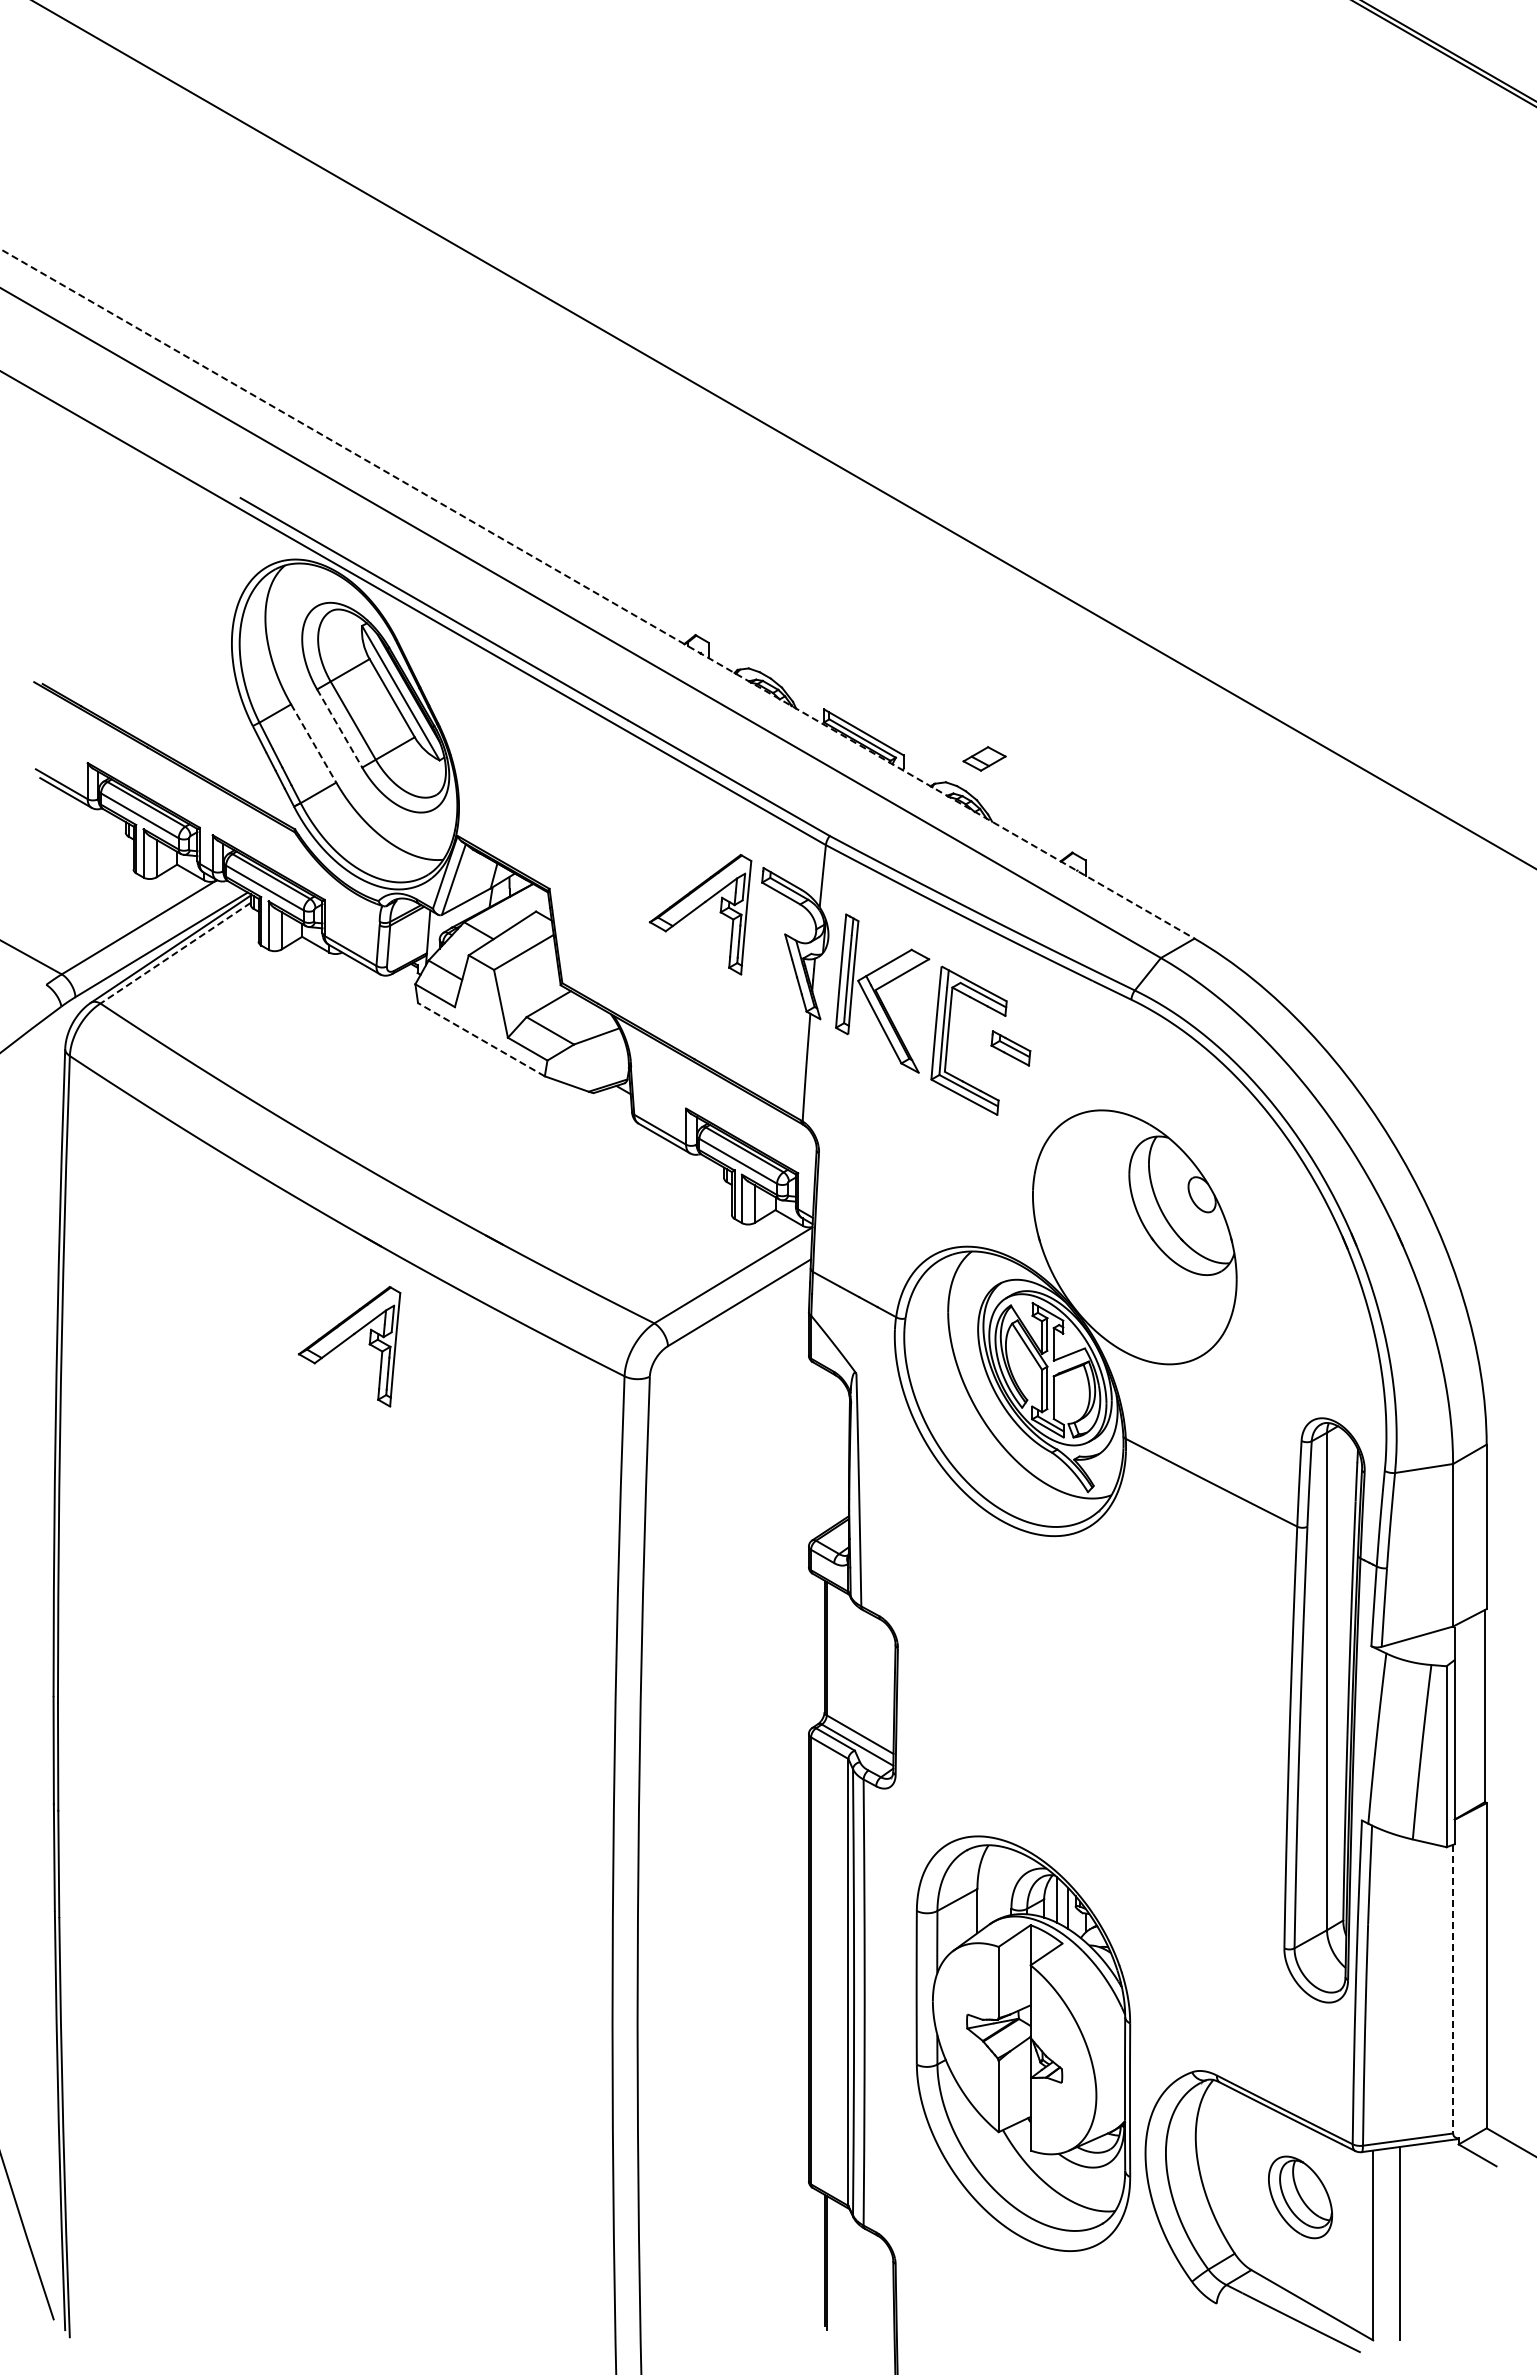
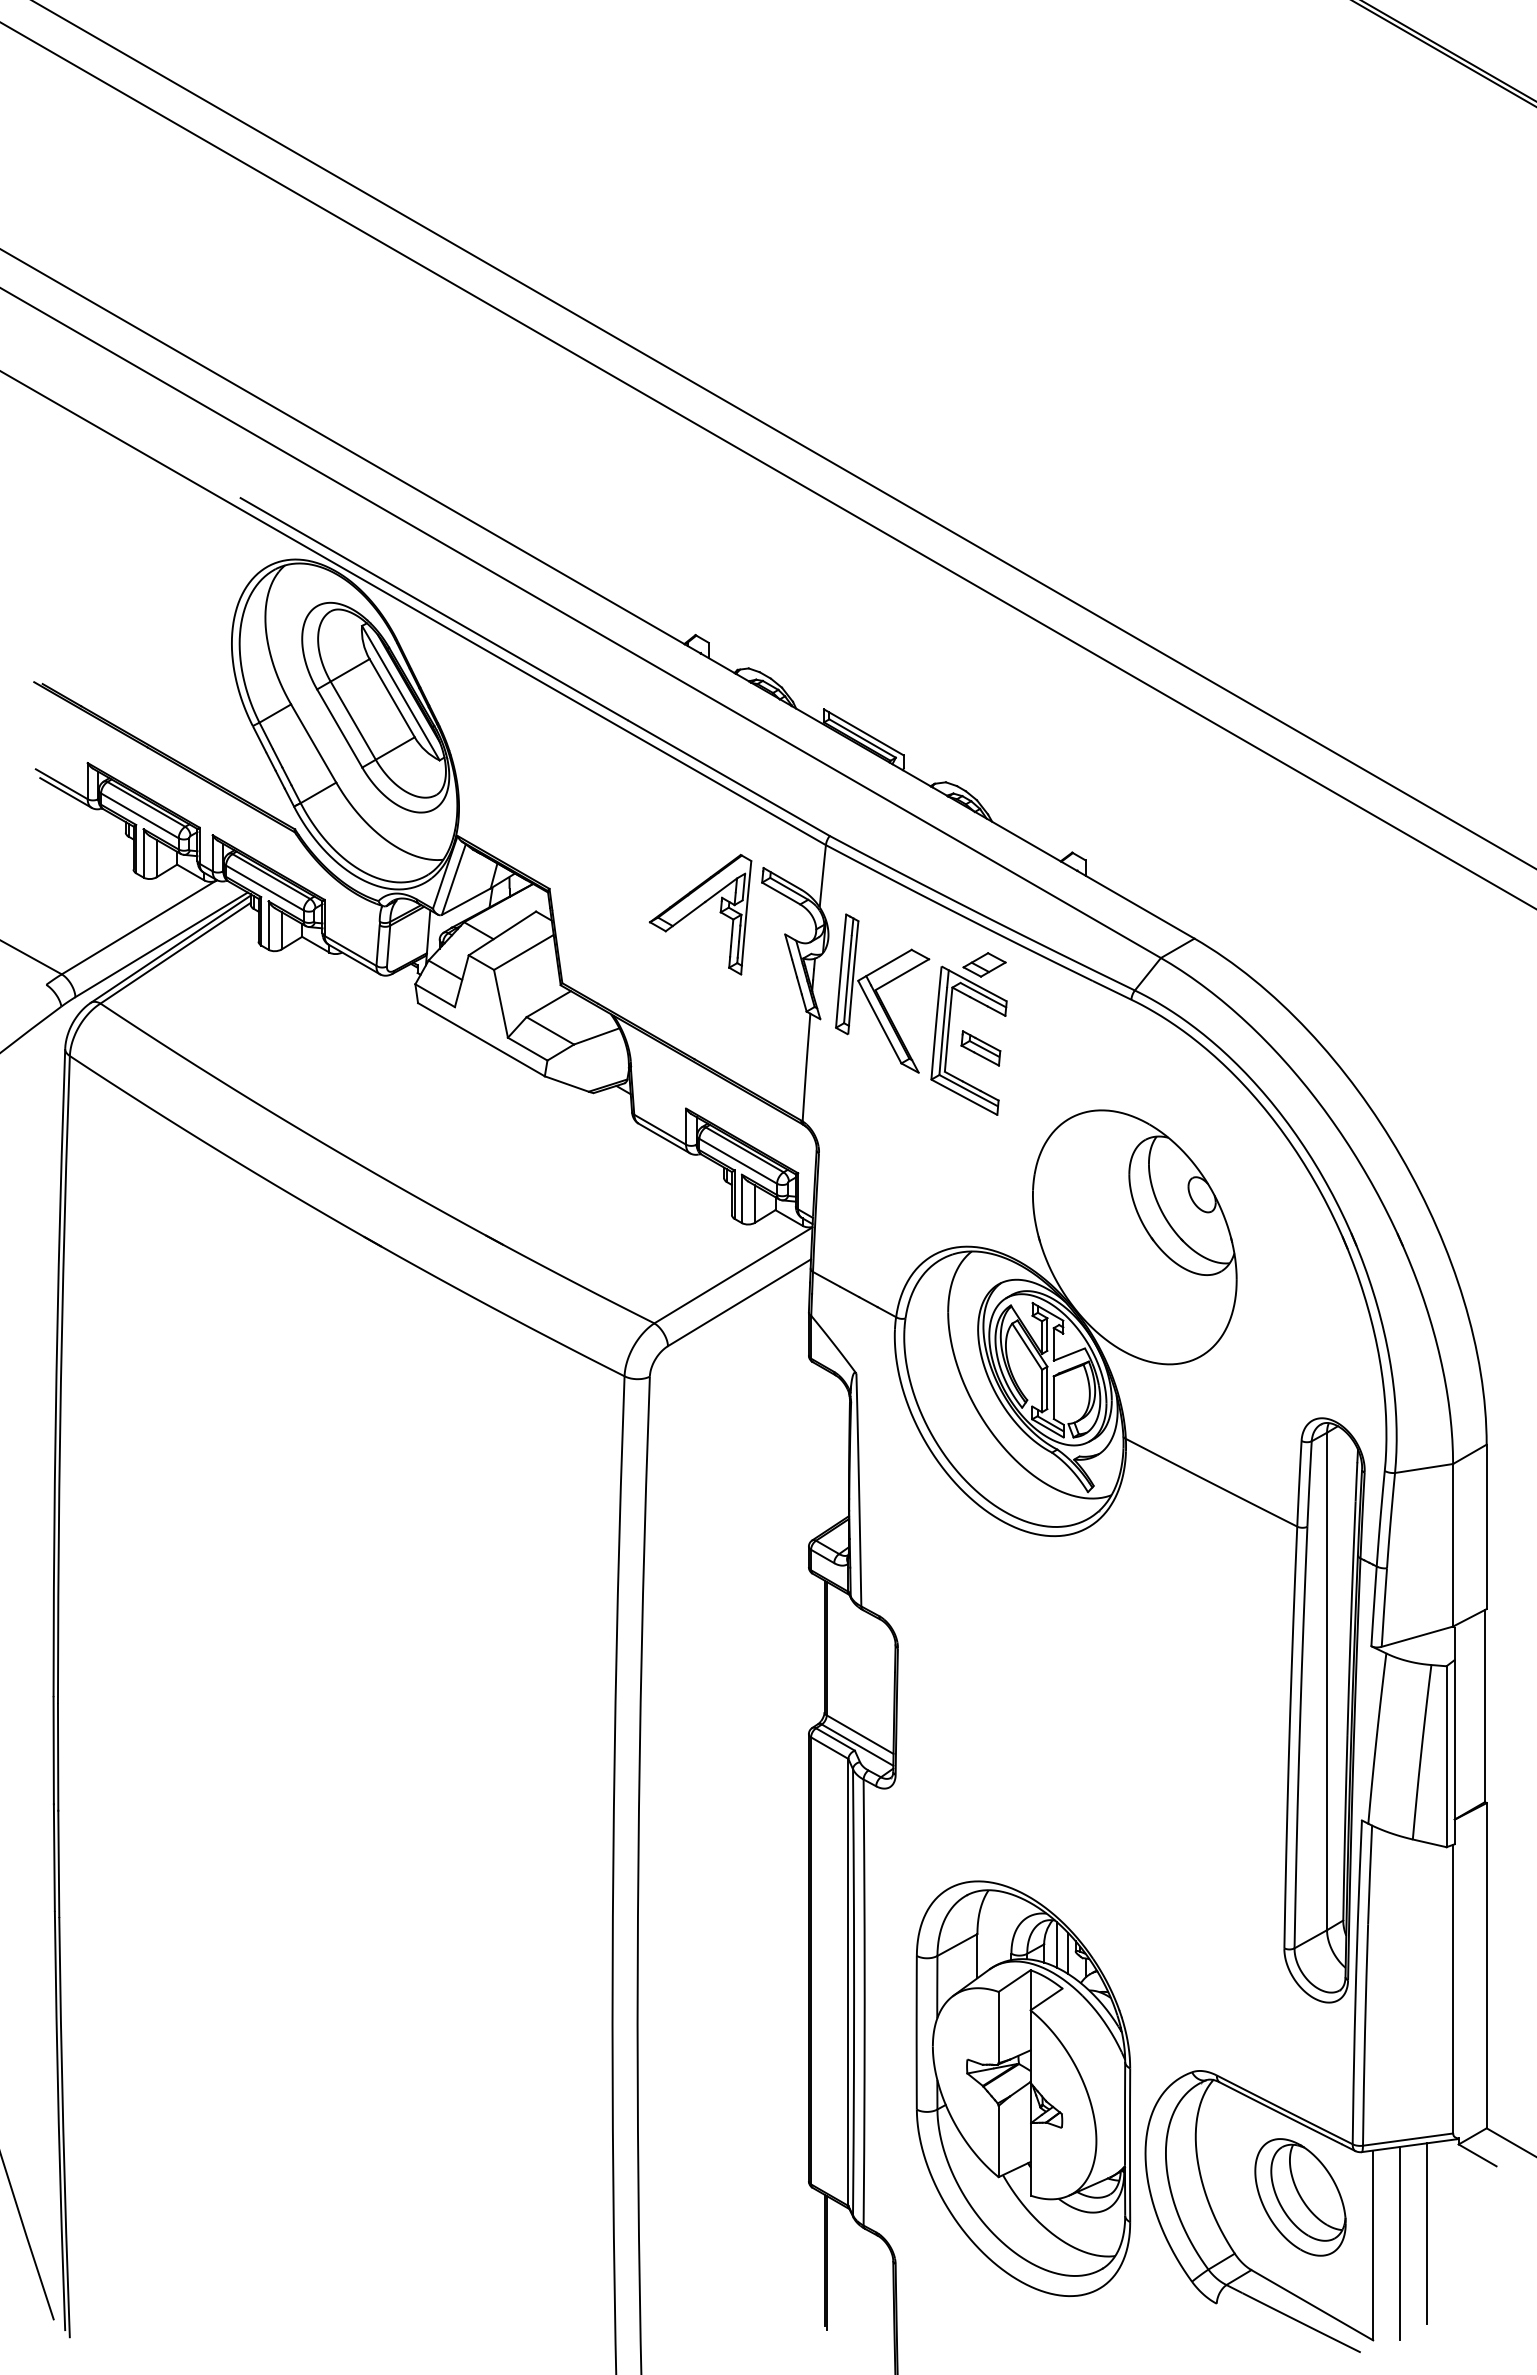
line at (767, 465): none -> present
line at (597, 594): dashed -> solid
line at (339, 728): dashed -> solid
line at (313, 743): dashed -> solid
part at (984, 758) position: (984, 758) -> (984, 964)
line at (175, 953): dashed -> solid
line at (481, 1039): dashed -> solid
part at (1010, 1048) position: (1010, 1048) -> (980, 1048)
part at (347, 1340): present -> none
line at (1453, 1989): dashed -> solid
part at (1023, 2043) position: (1023, 2043) -> (1023, 2088)
part at (1300, 2197) size: 66x85 px -> 93x119 px
line at (1426, 2233): none -> present
